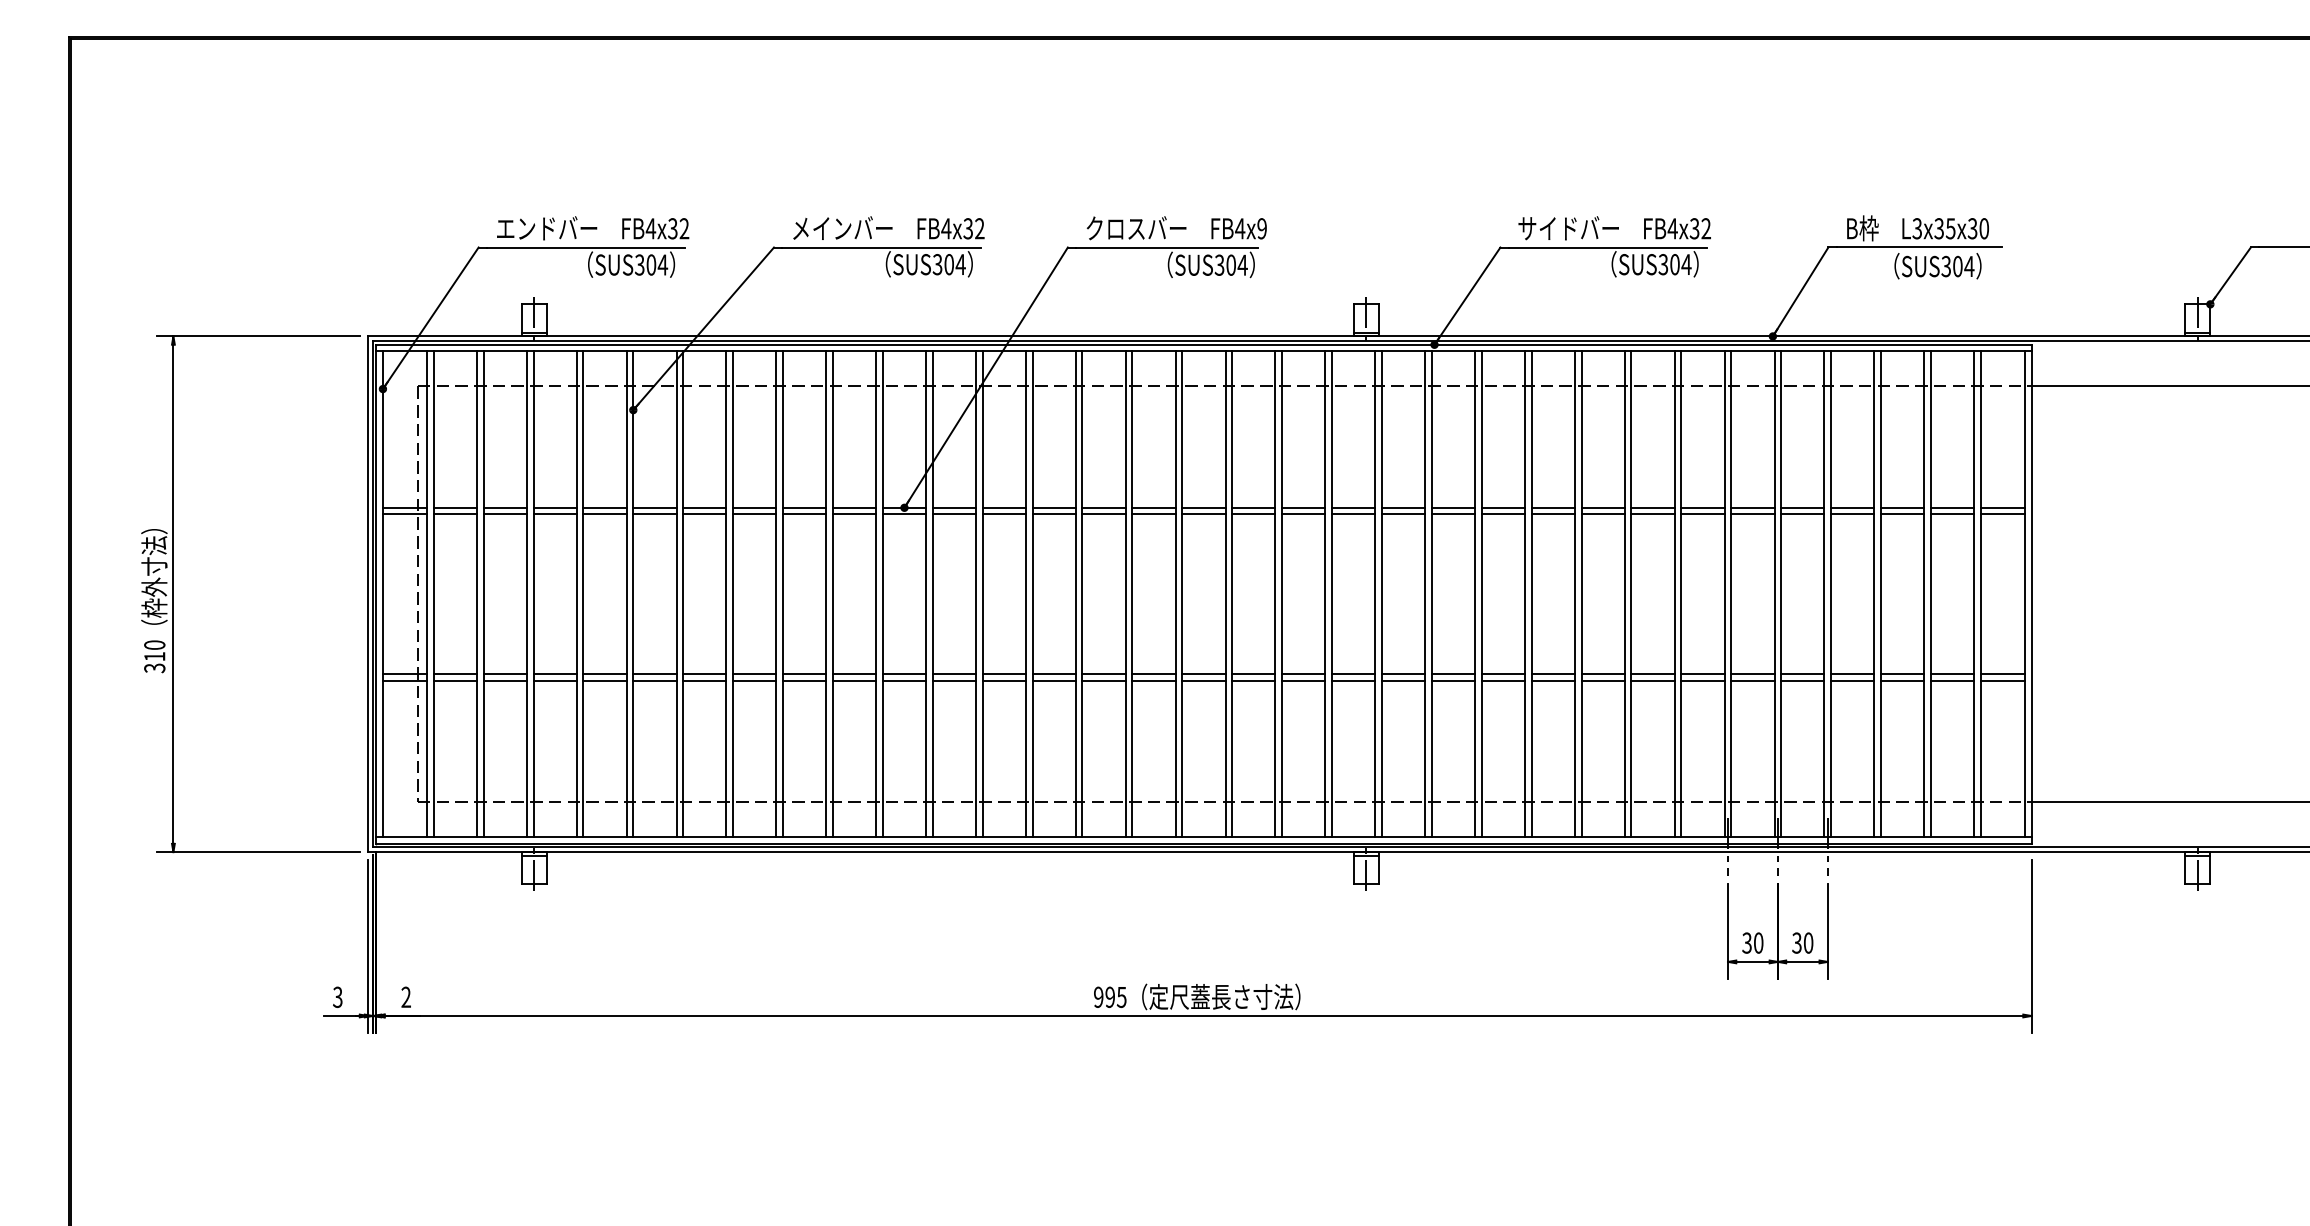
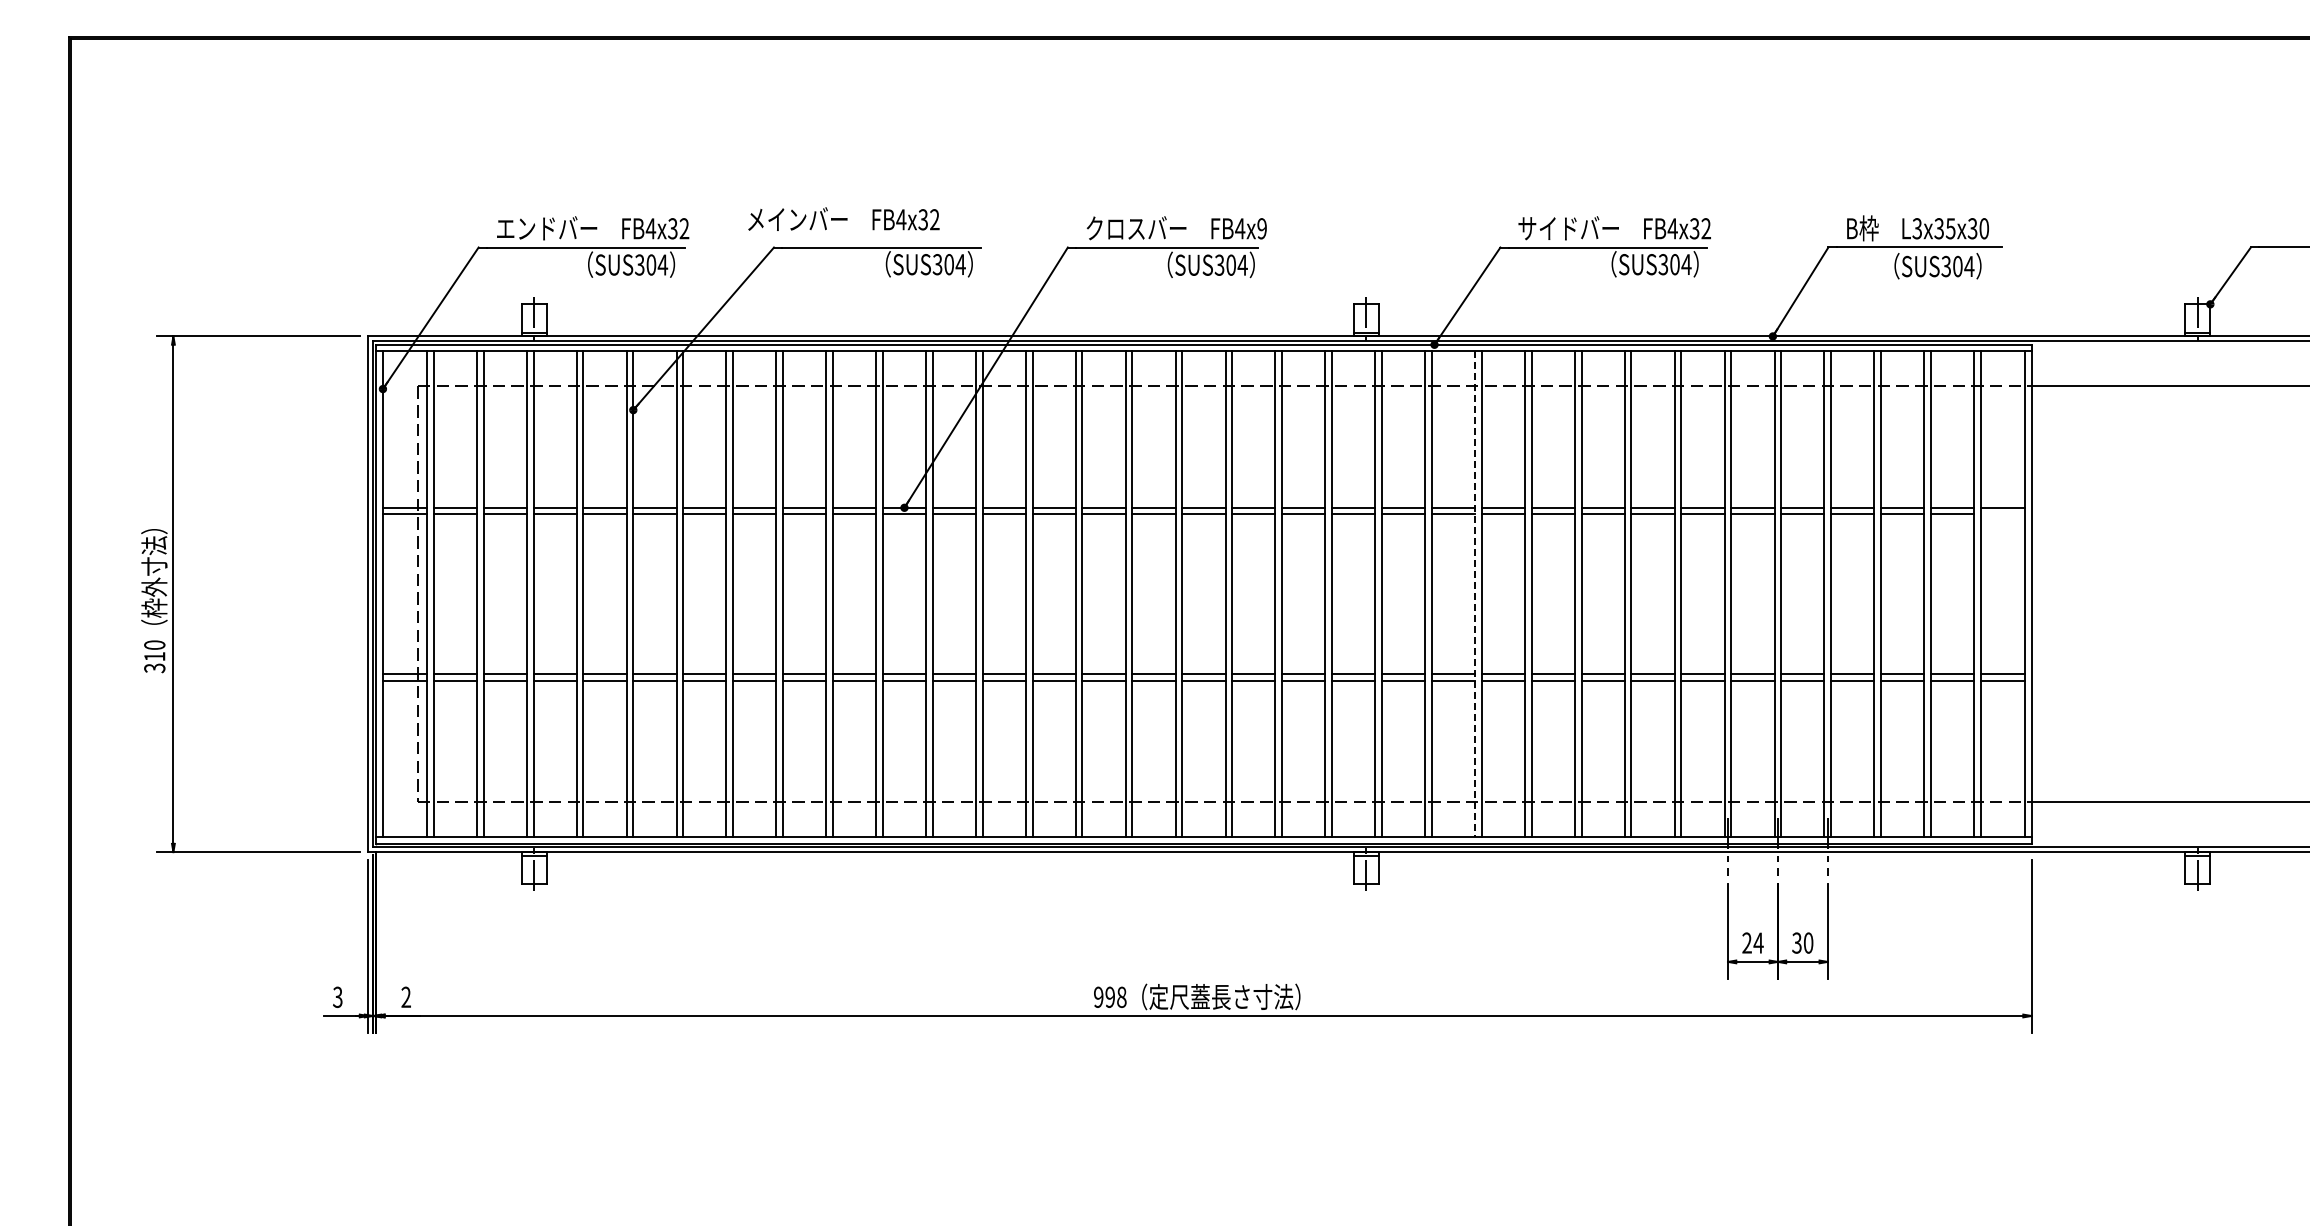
text at (888, 227) position: (888, 227) -> (843, 218)
line at (2002, 514): present -> none
line at (1475, 594): solid -> dashed
text at (1752, 942): 30 -> 24
text at (1121, 996): 995 -> 998
